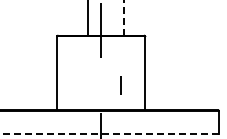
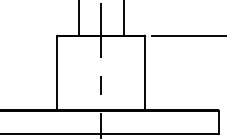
line at (123, 17): dashed -> solid
line at (87, 18) position: (87, 18) -> (78, 18)
line at (187, 35): none -> present
line at (120, 85) position: (120, 85) -> (100, 85)
line at (109, 134): dashed -> solid
